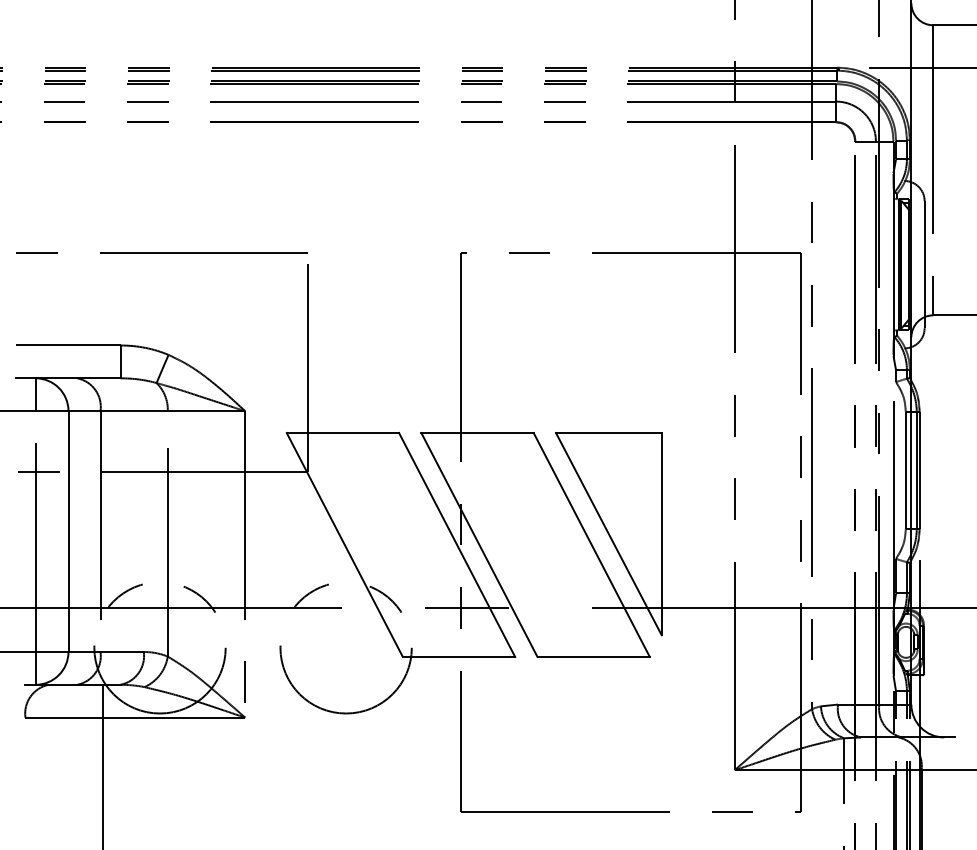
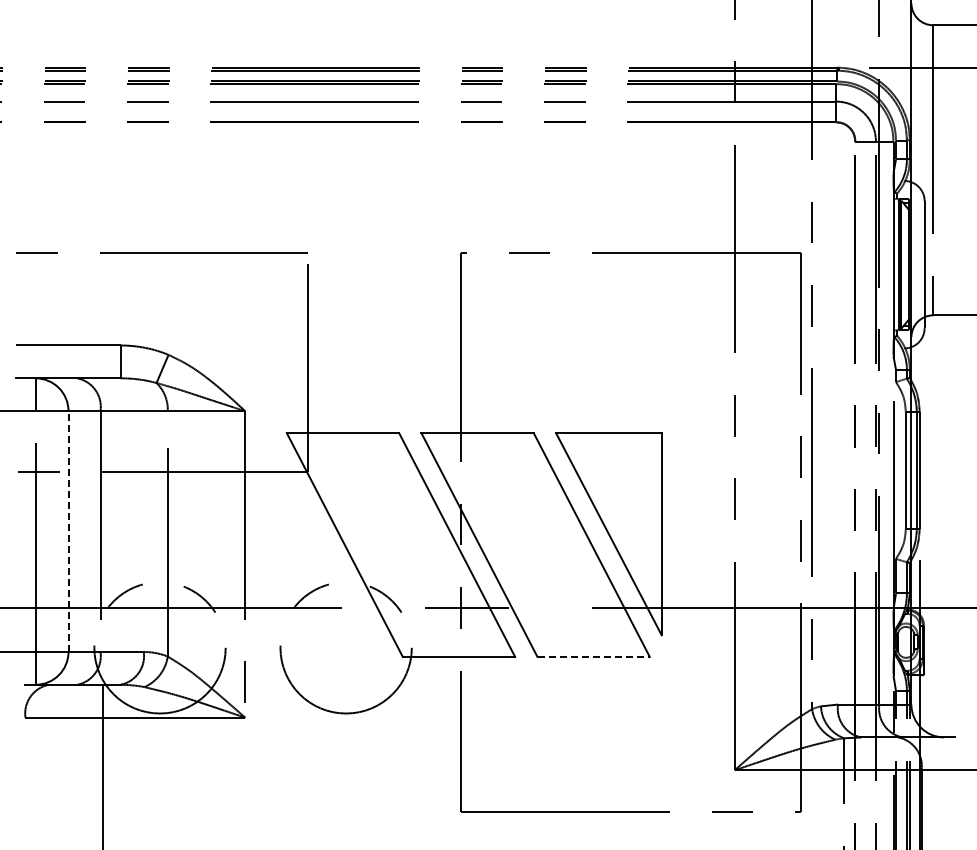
line at (68, 531): solid -> dashed
line at (594, 656): solid -> dashed
